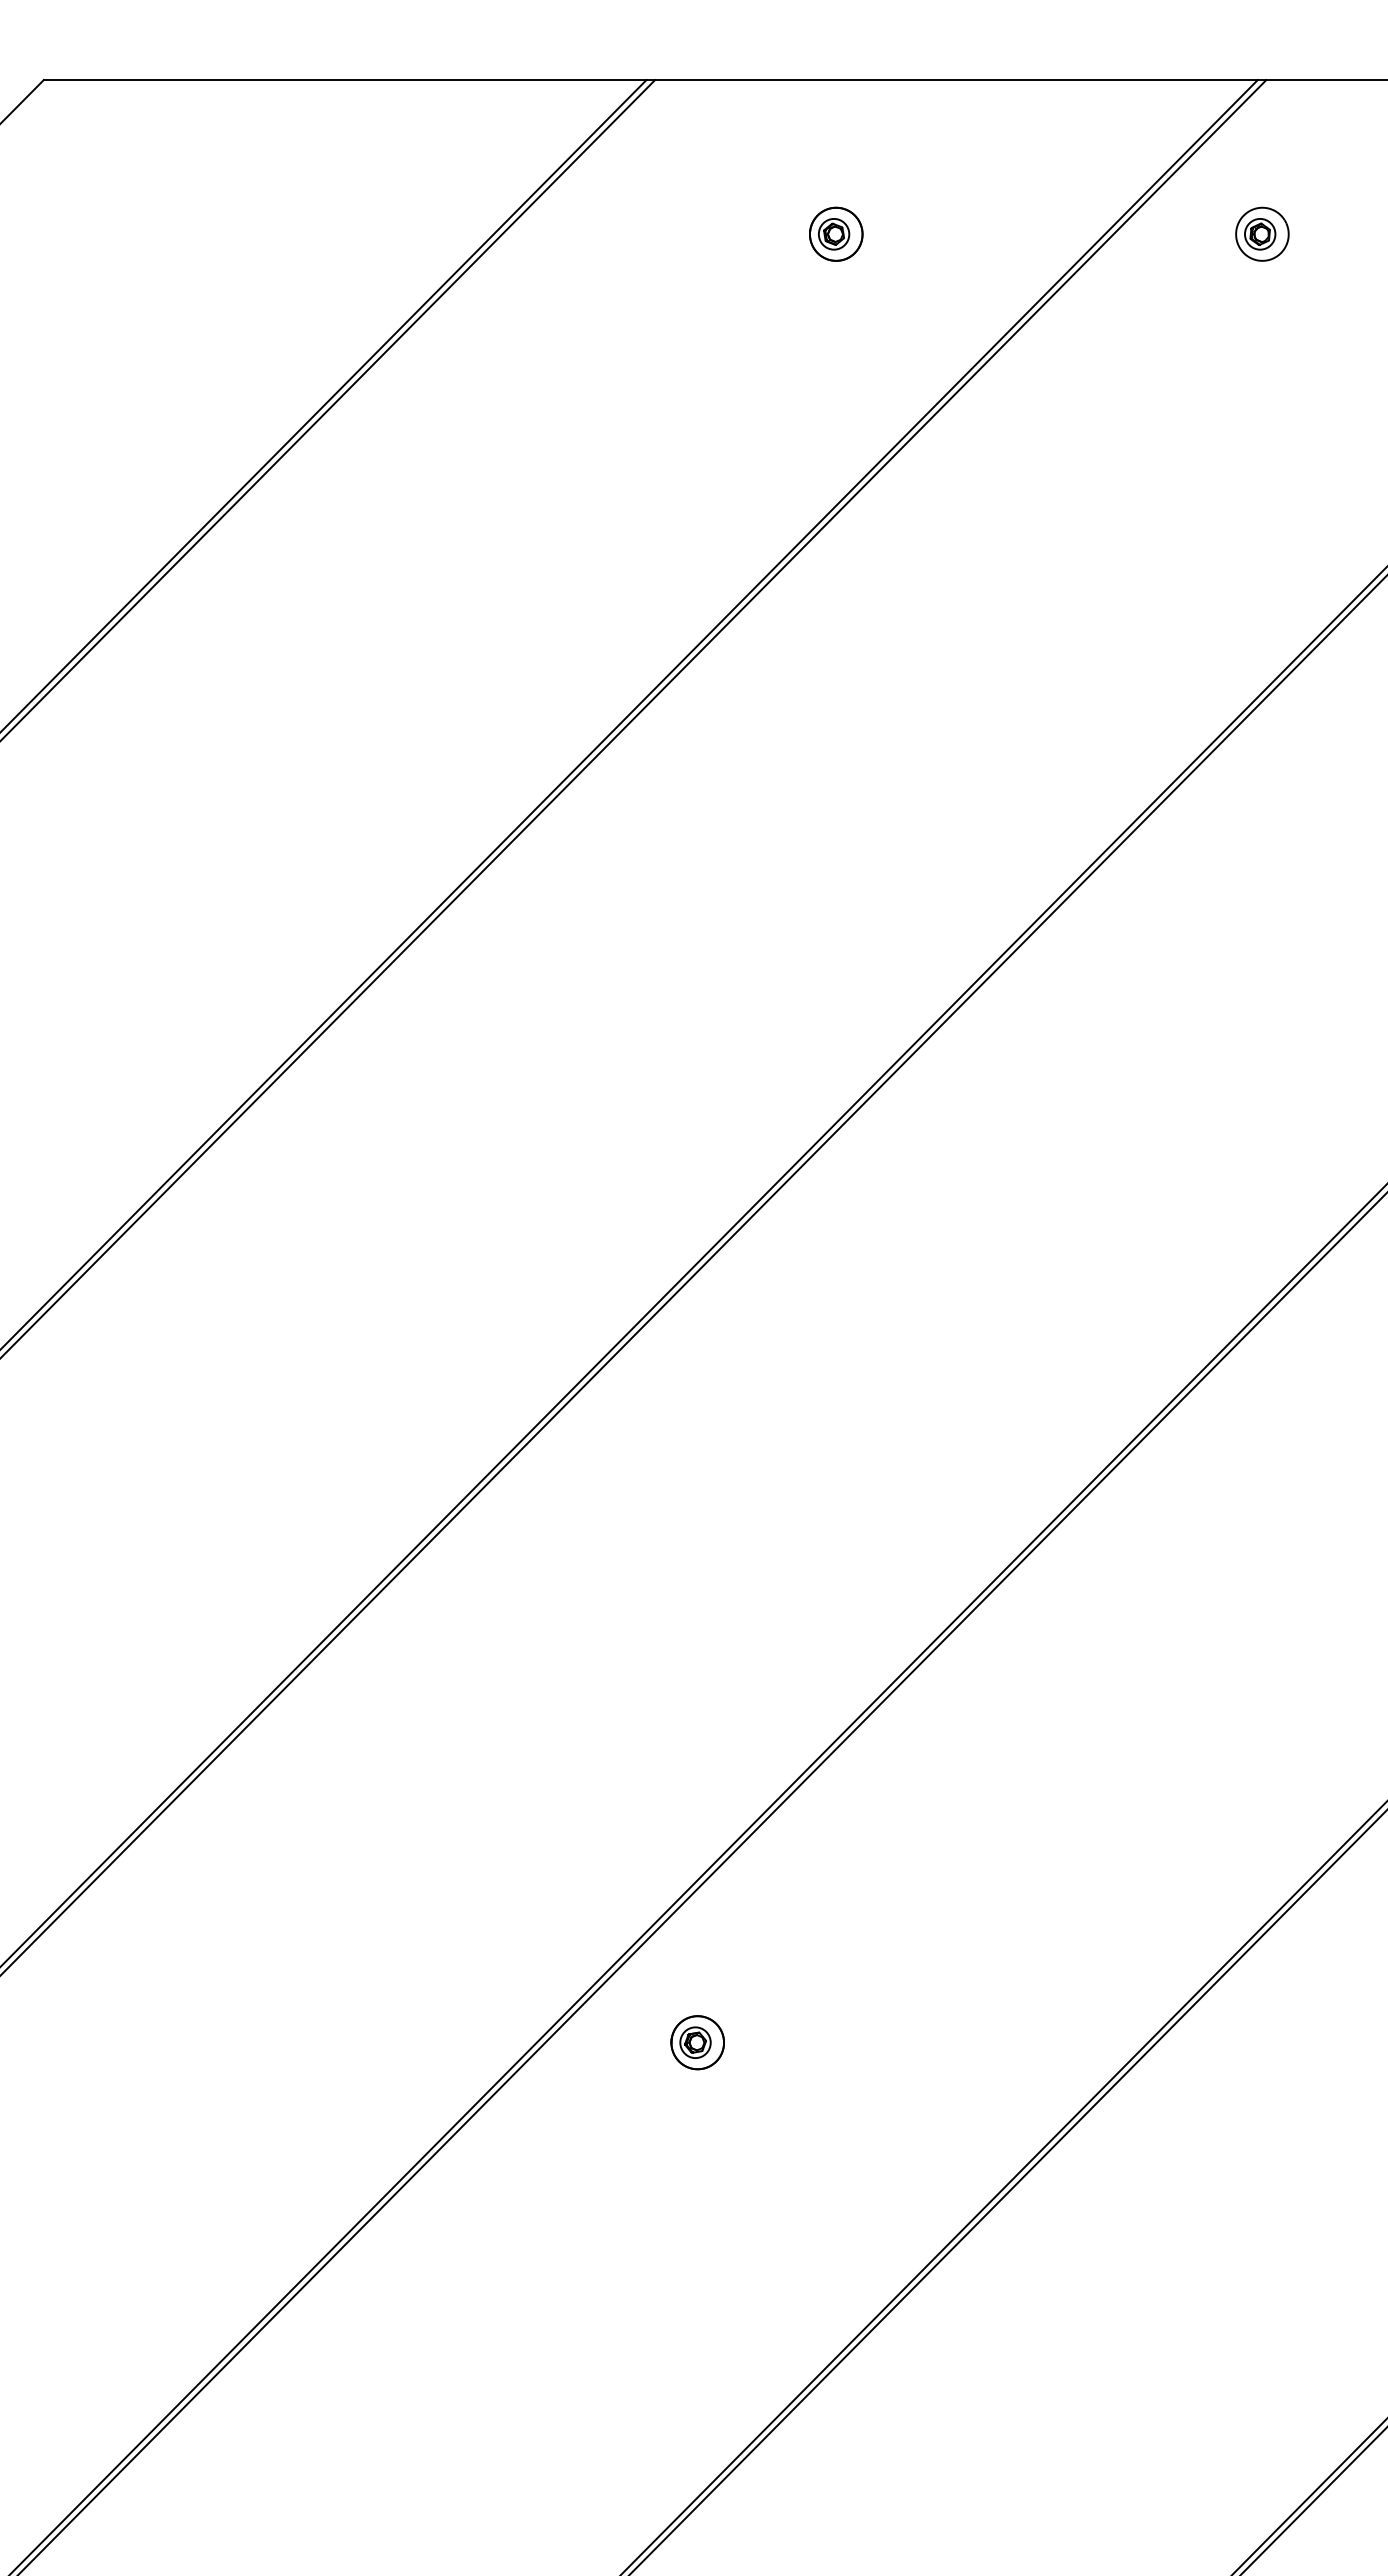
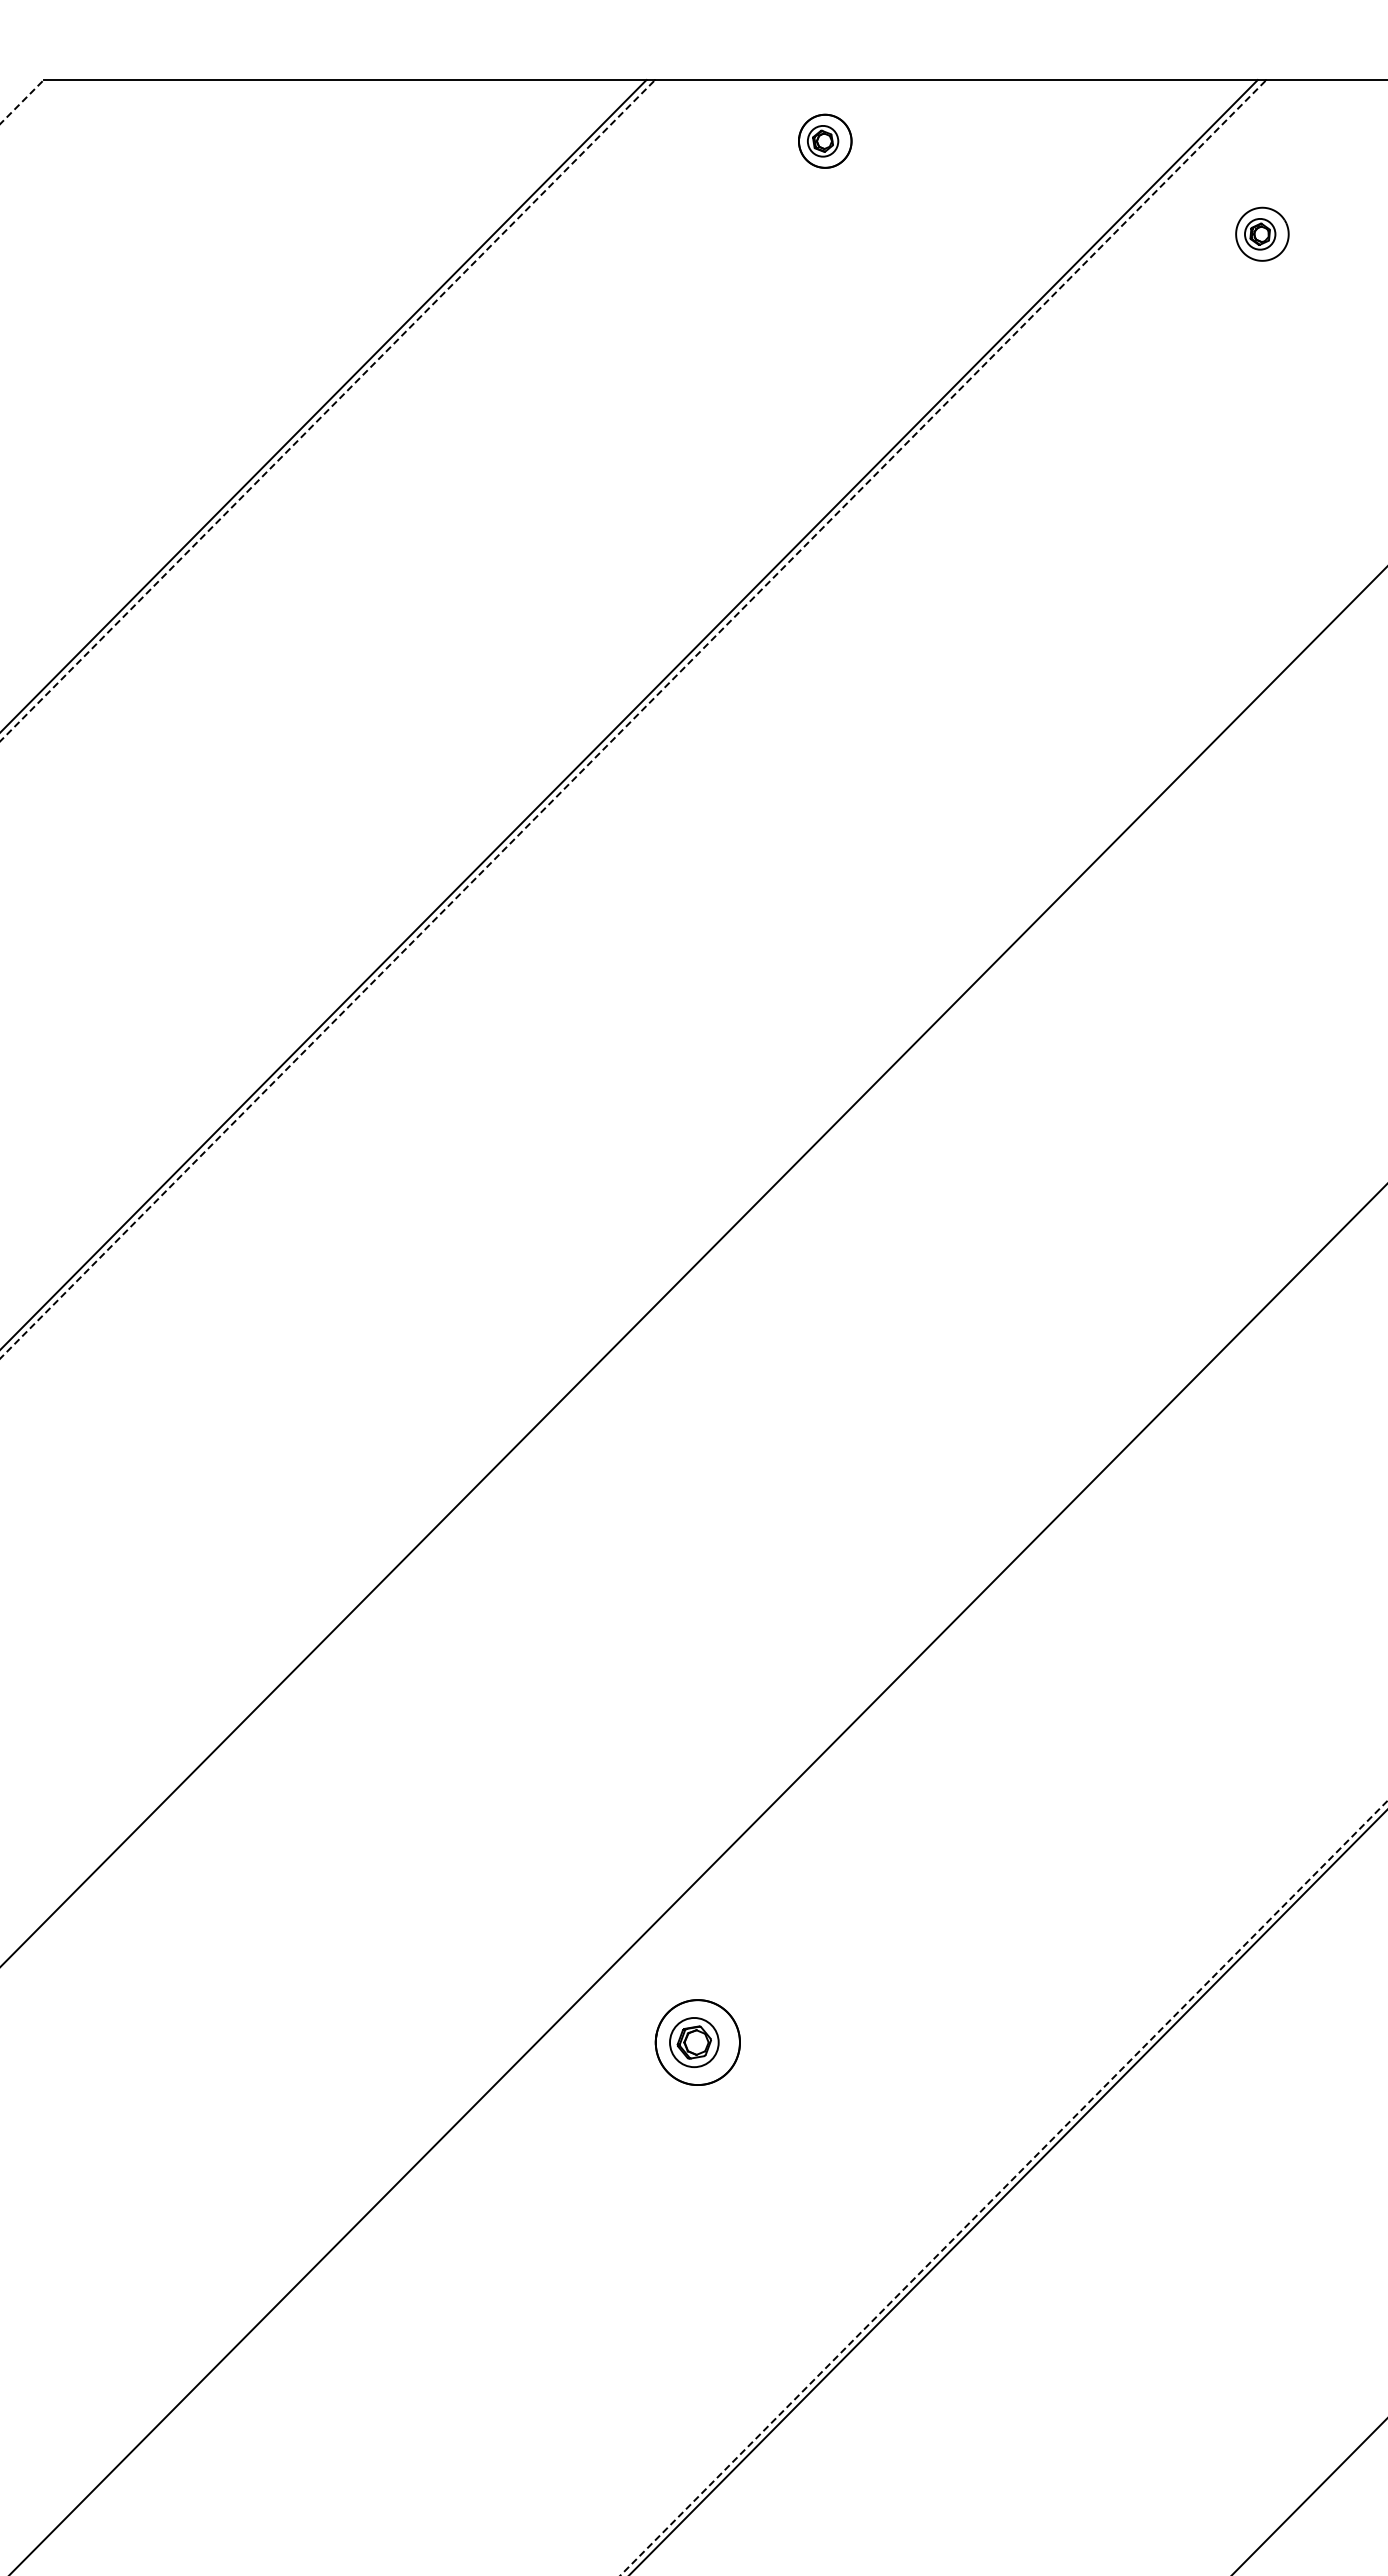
line at (22, 102): solid -> dashed
part at (836, 233) position: (836, 233) -> (825, 140)
line at (327, 410): solid -> dashed
line at (633, 719): solid -> dashed
line at (693, 1275): present -> none
line at (702, 1883): present -> none
part at (697, 2042) size: 55x56 px -> 87x87 px
line at (1004, 2187): solid -> dashed
line at (1313, 2500): present -> none
